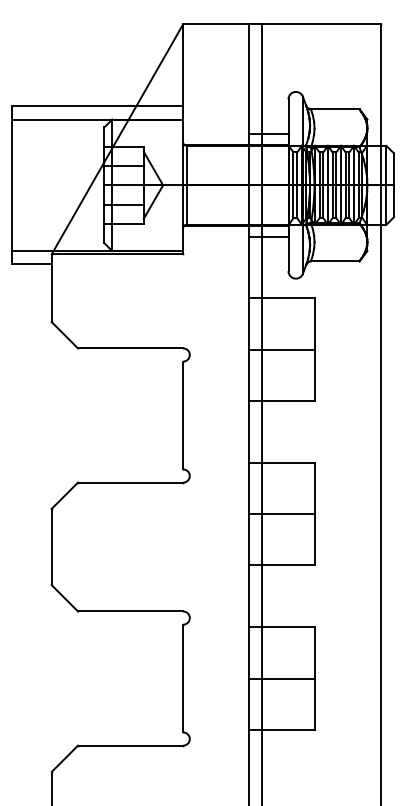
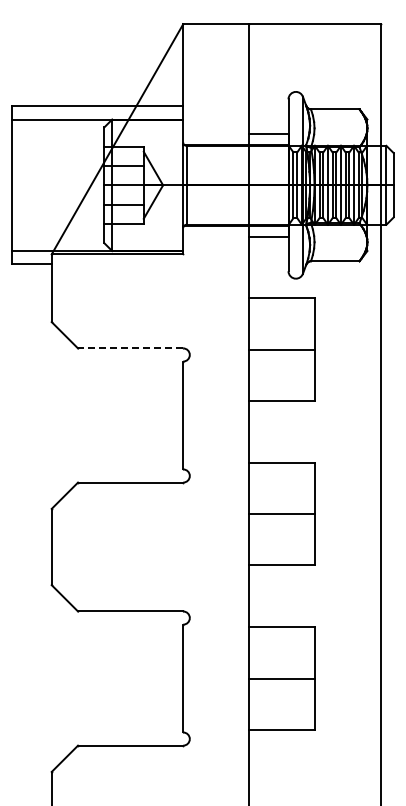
line at (130, 348): solid -> dashed
line at (262, 413): present -> none
